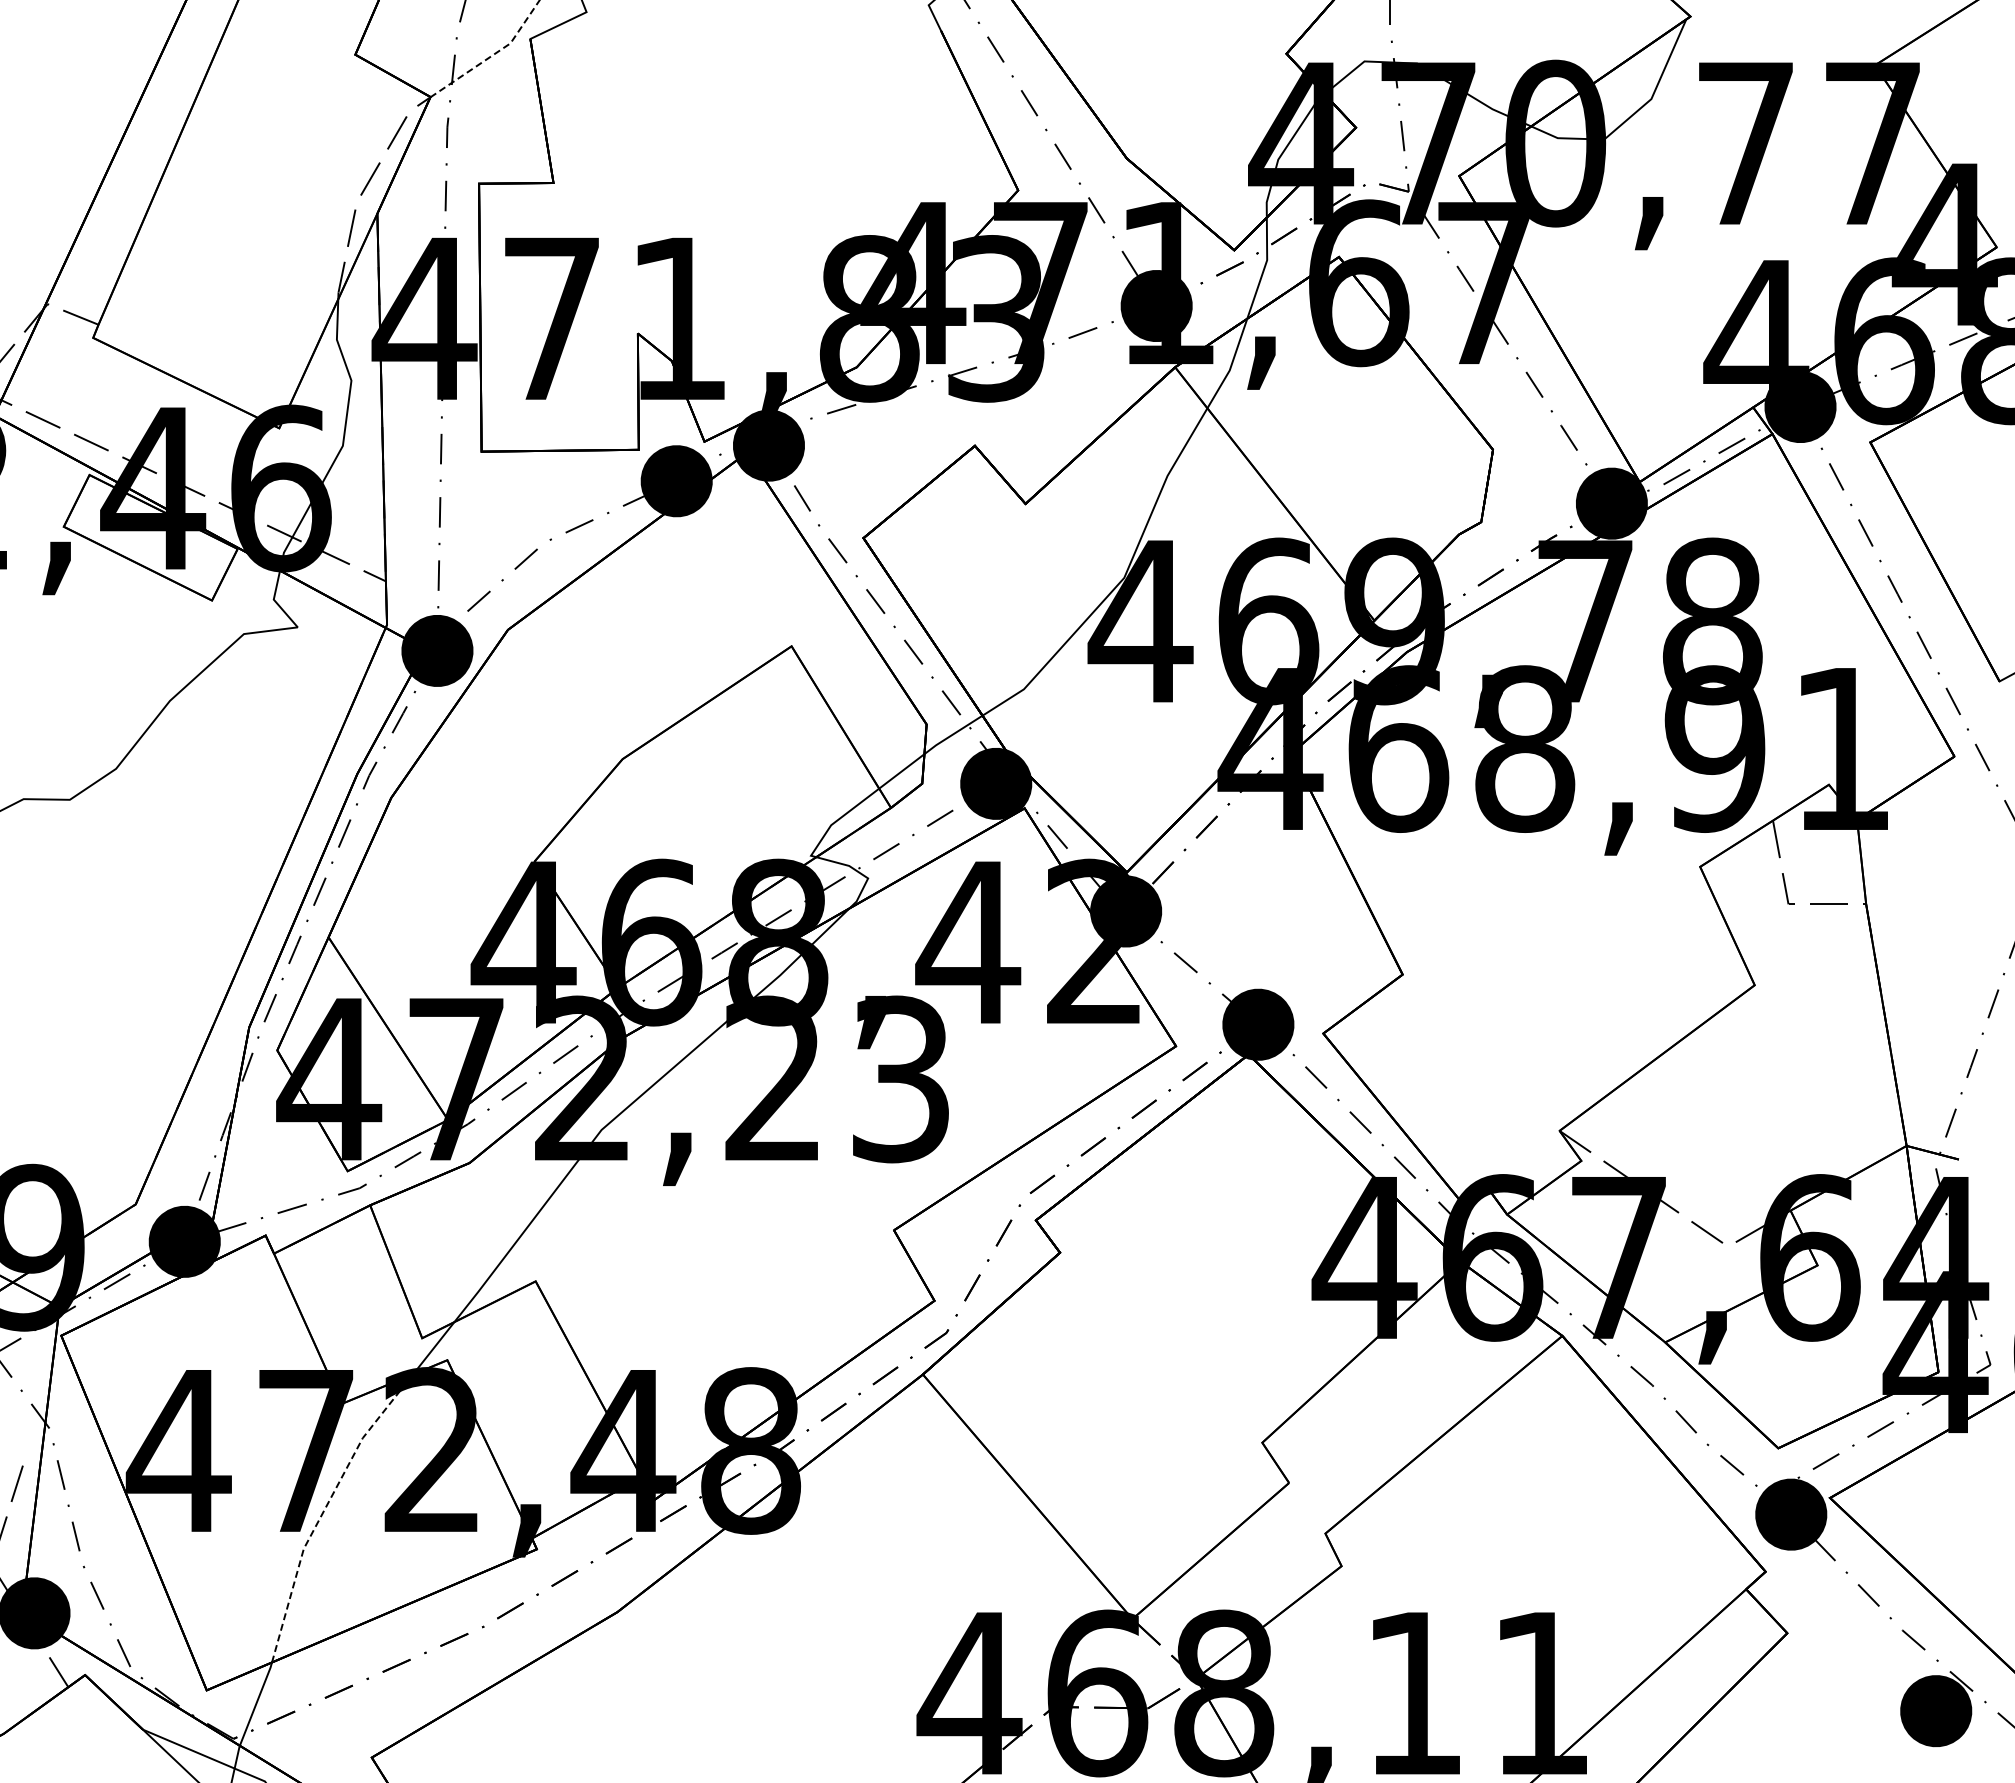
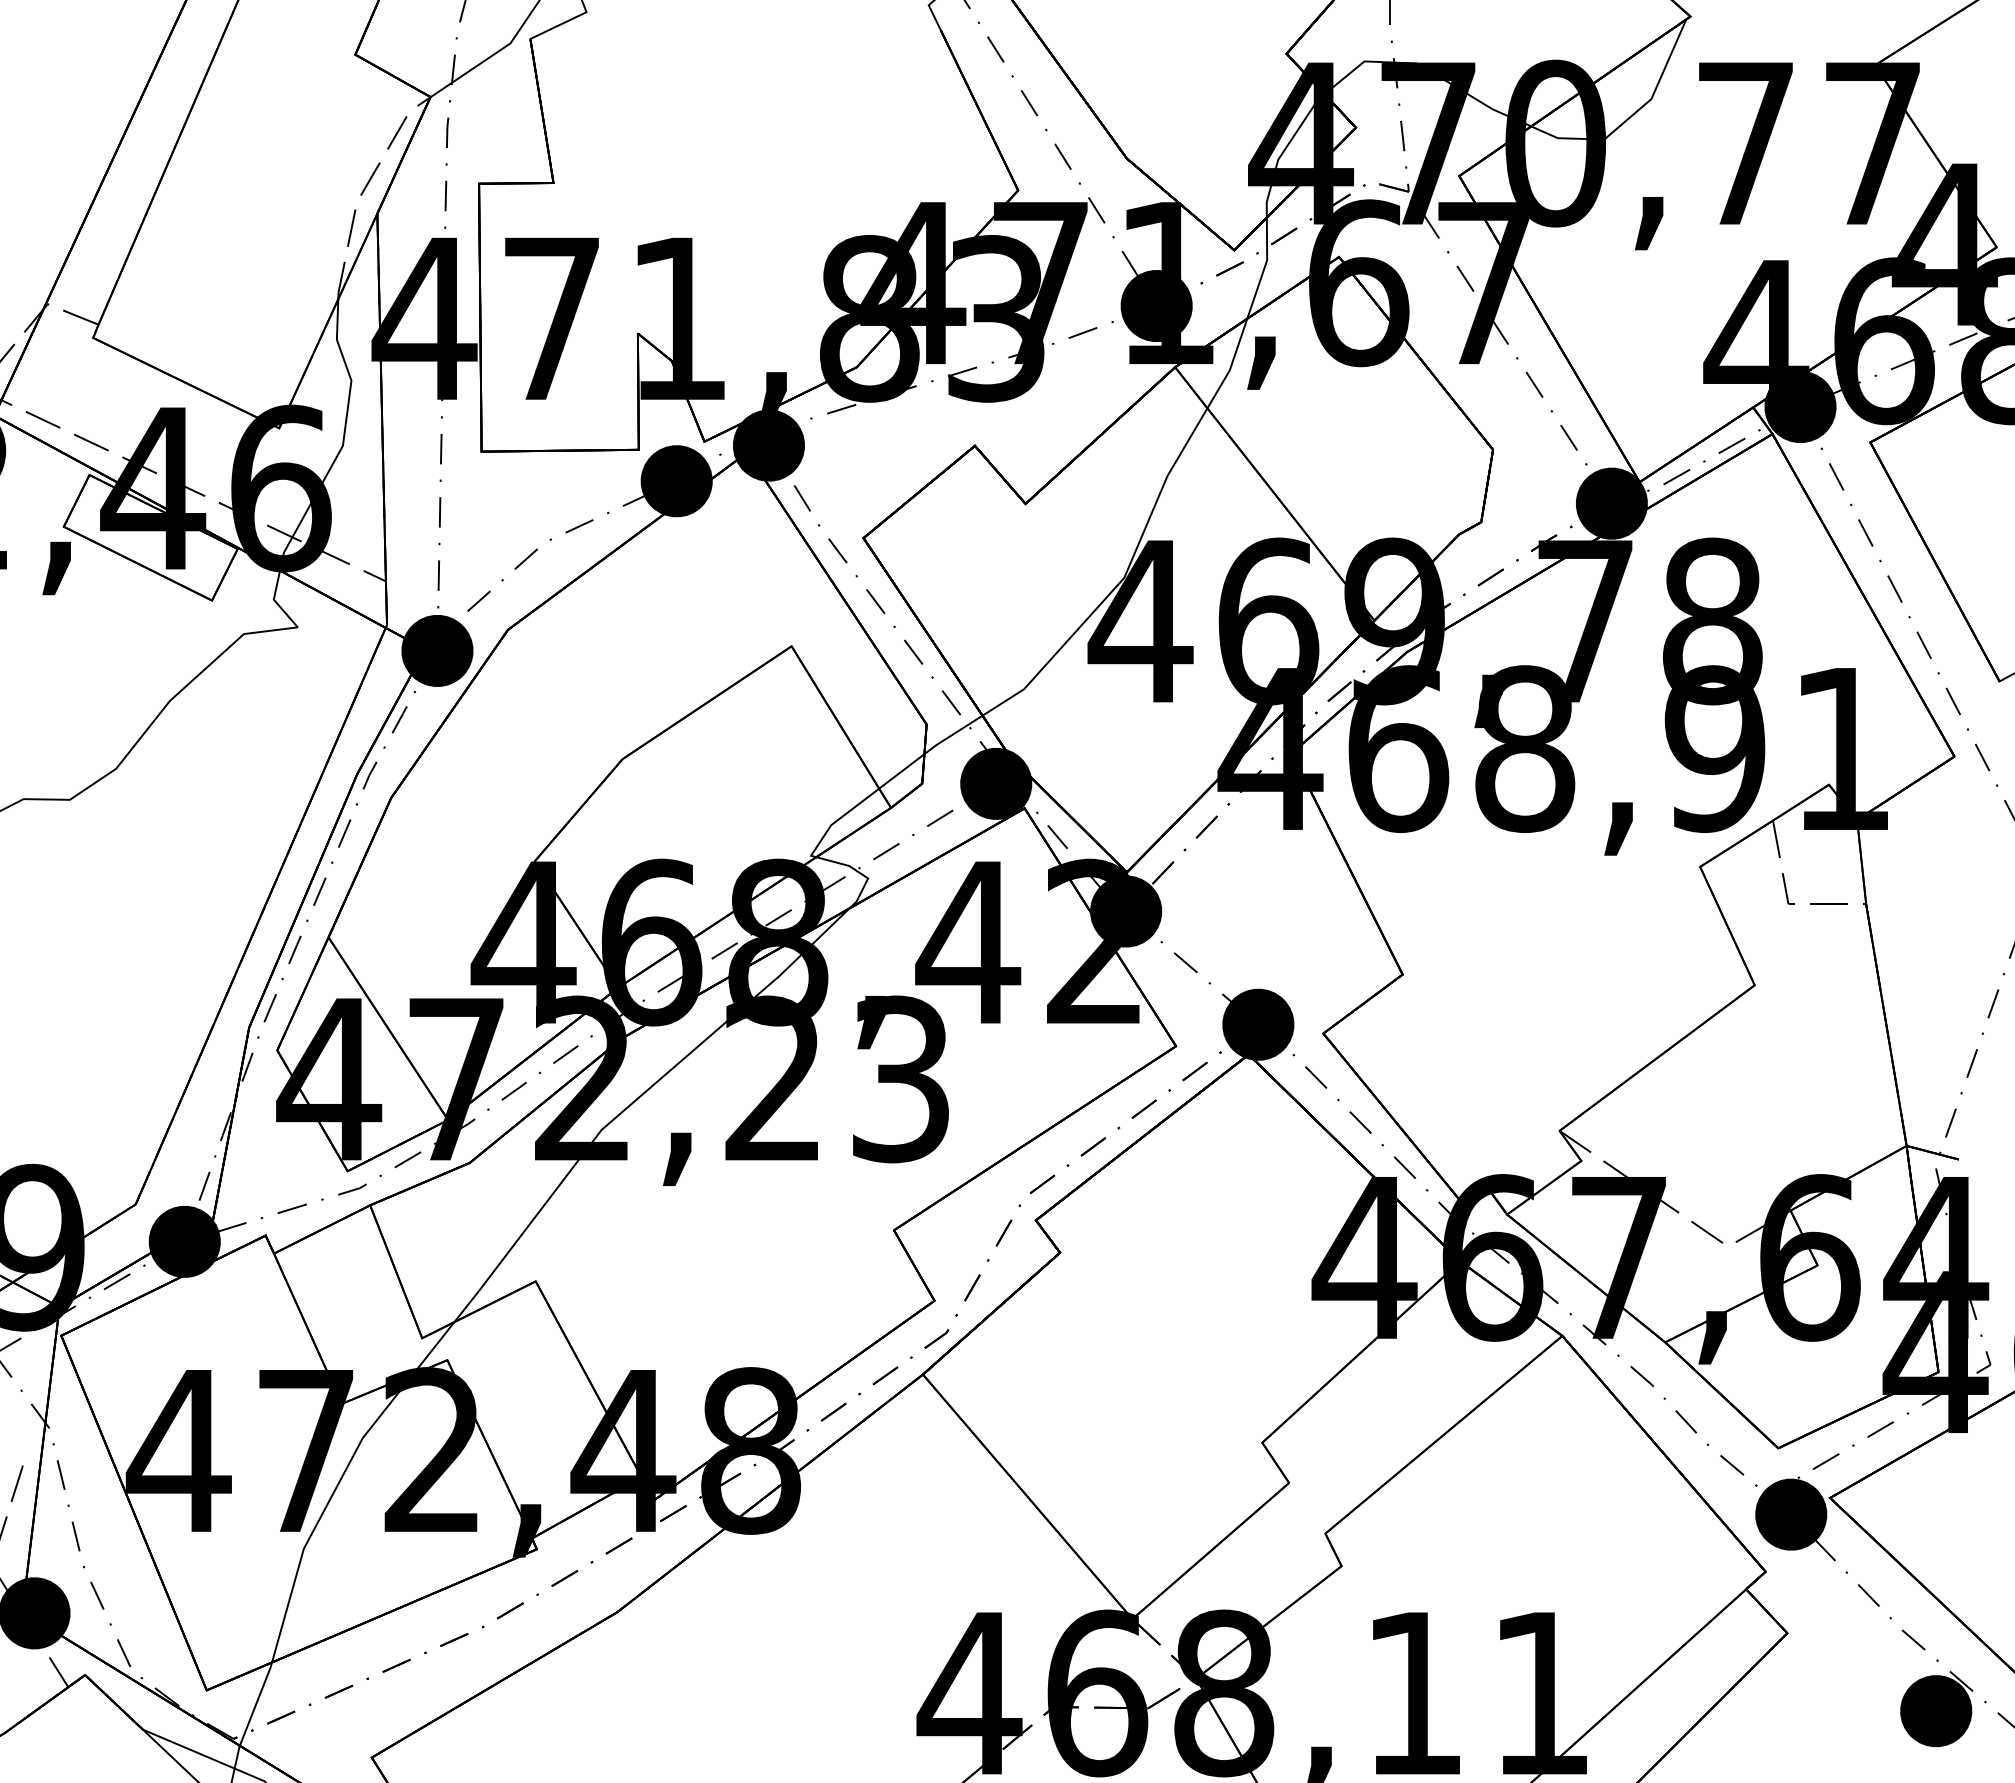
line at (492, 55): dashed -> solid
line at (324, 1509): dashed -> solid
